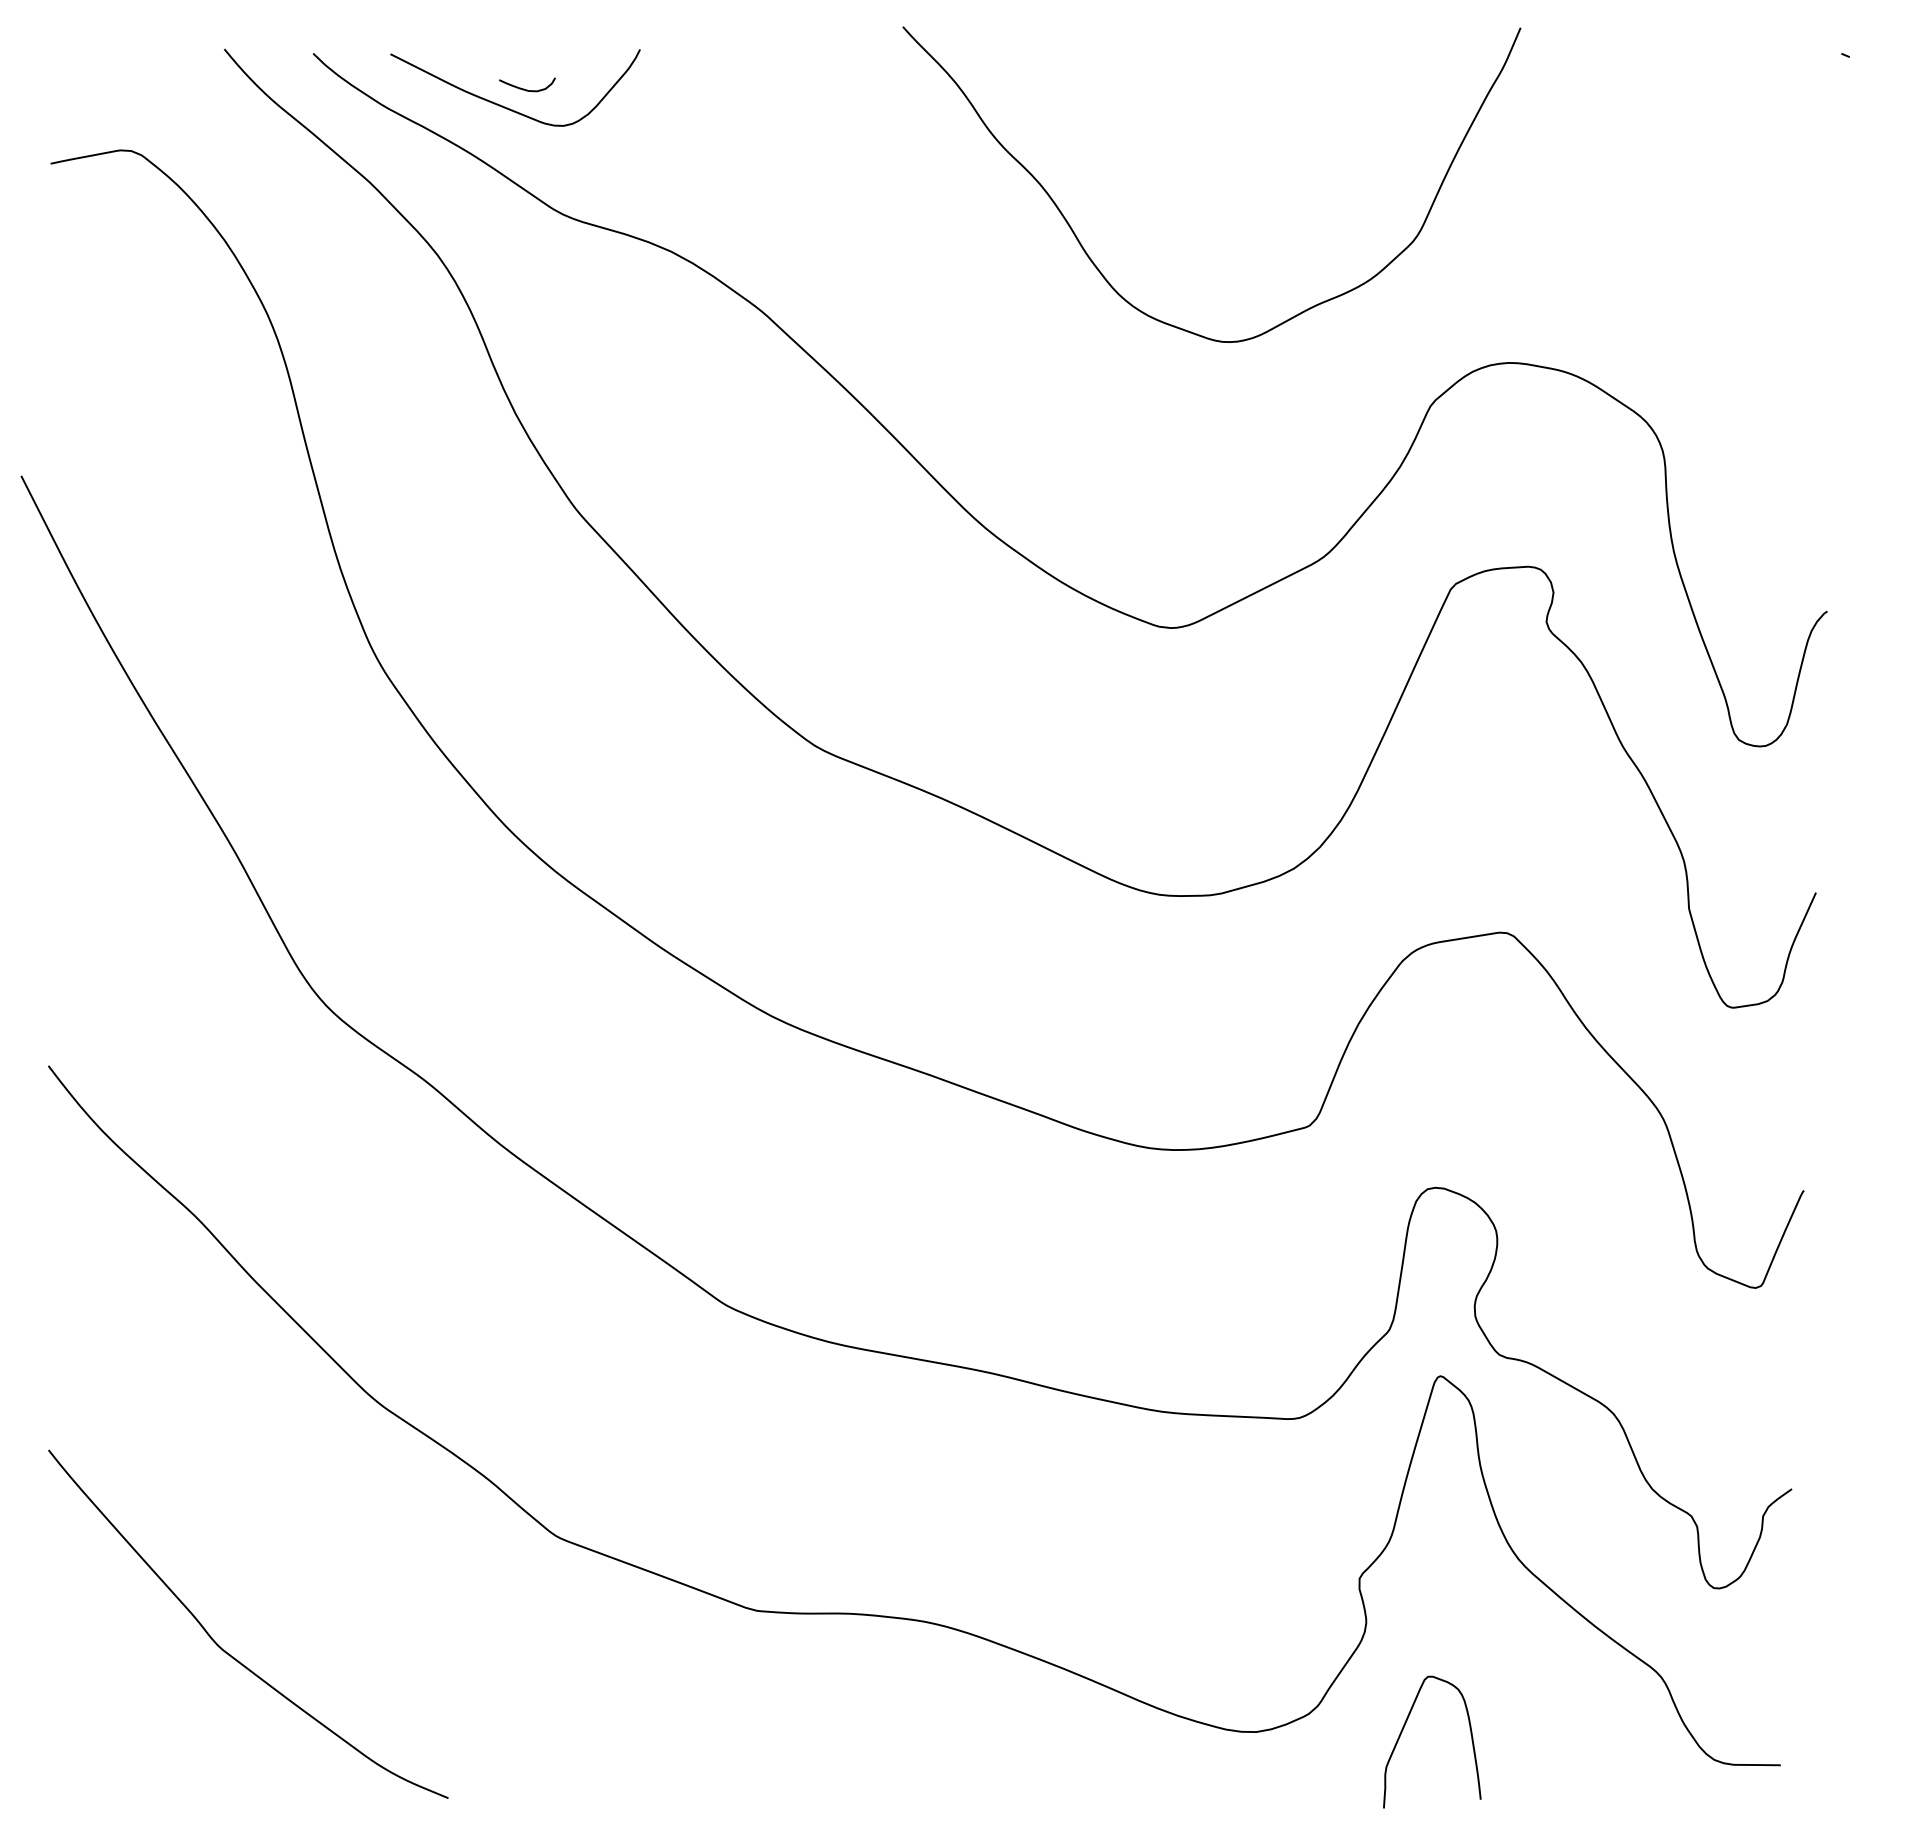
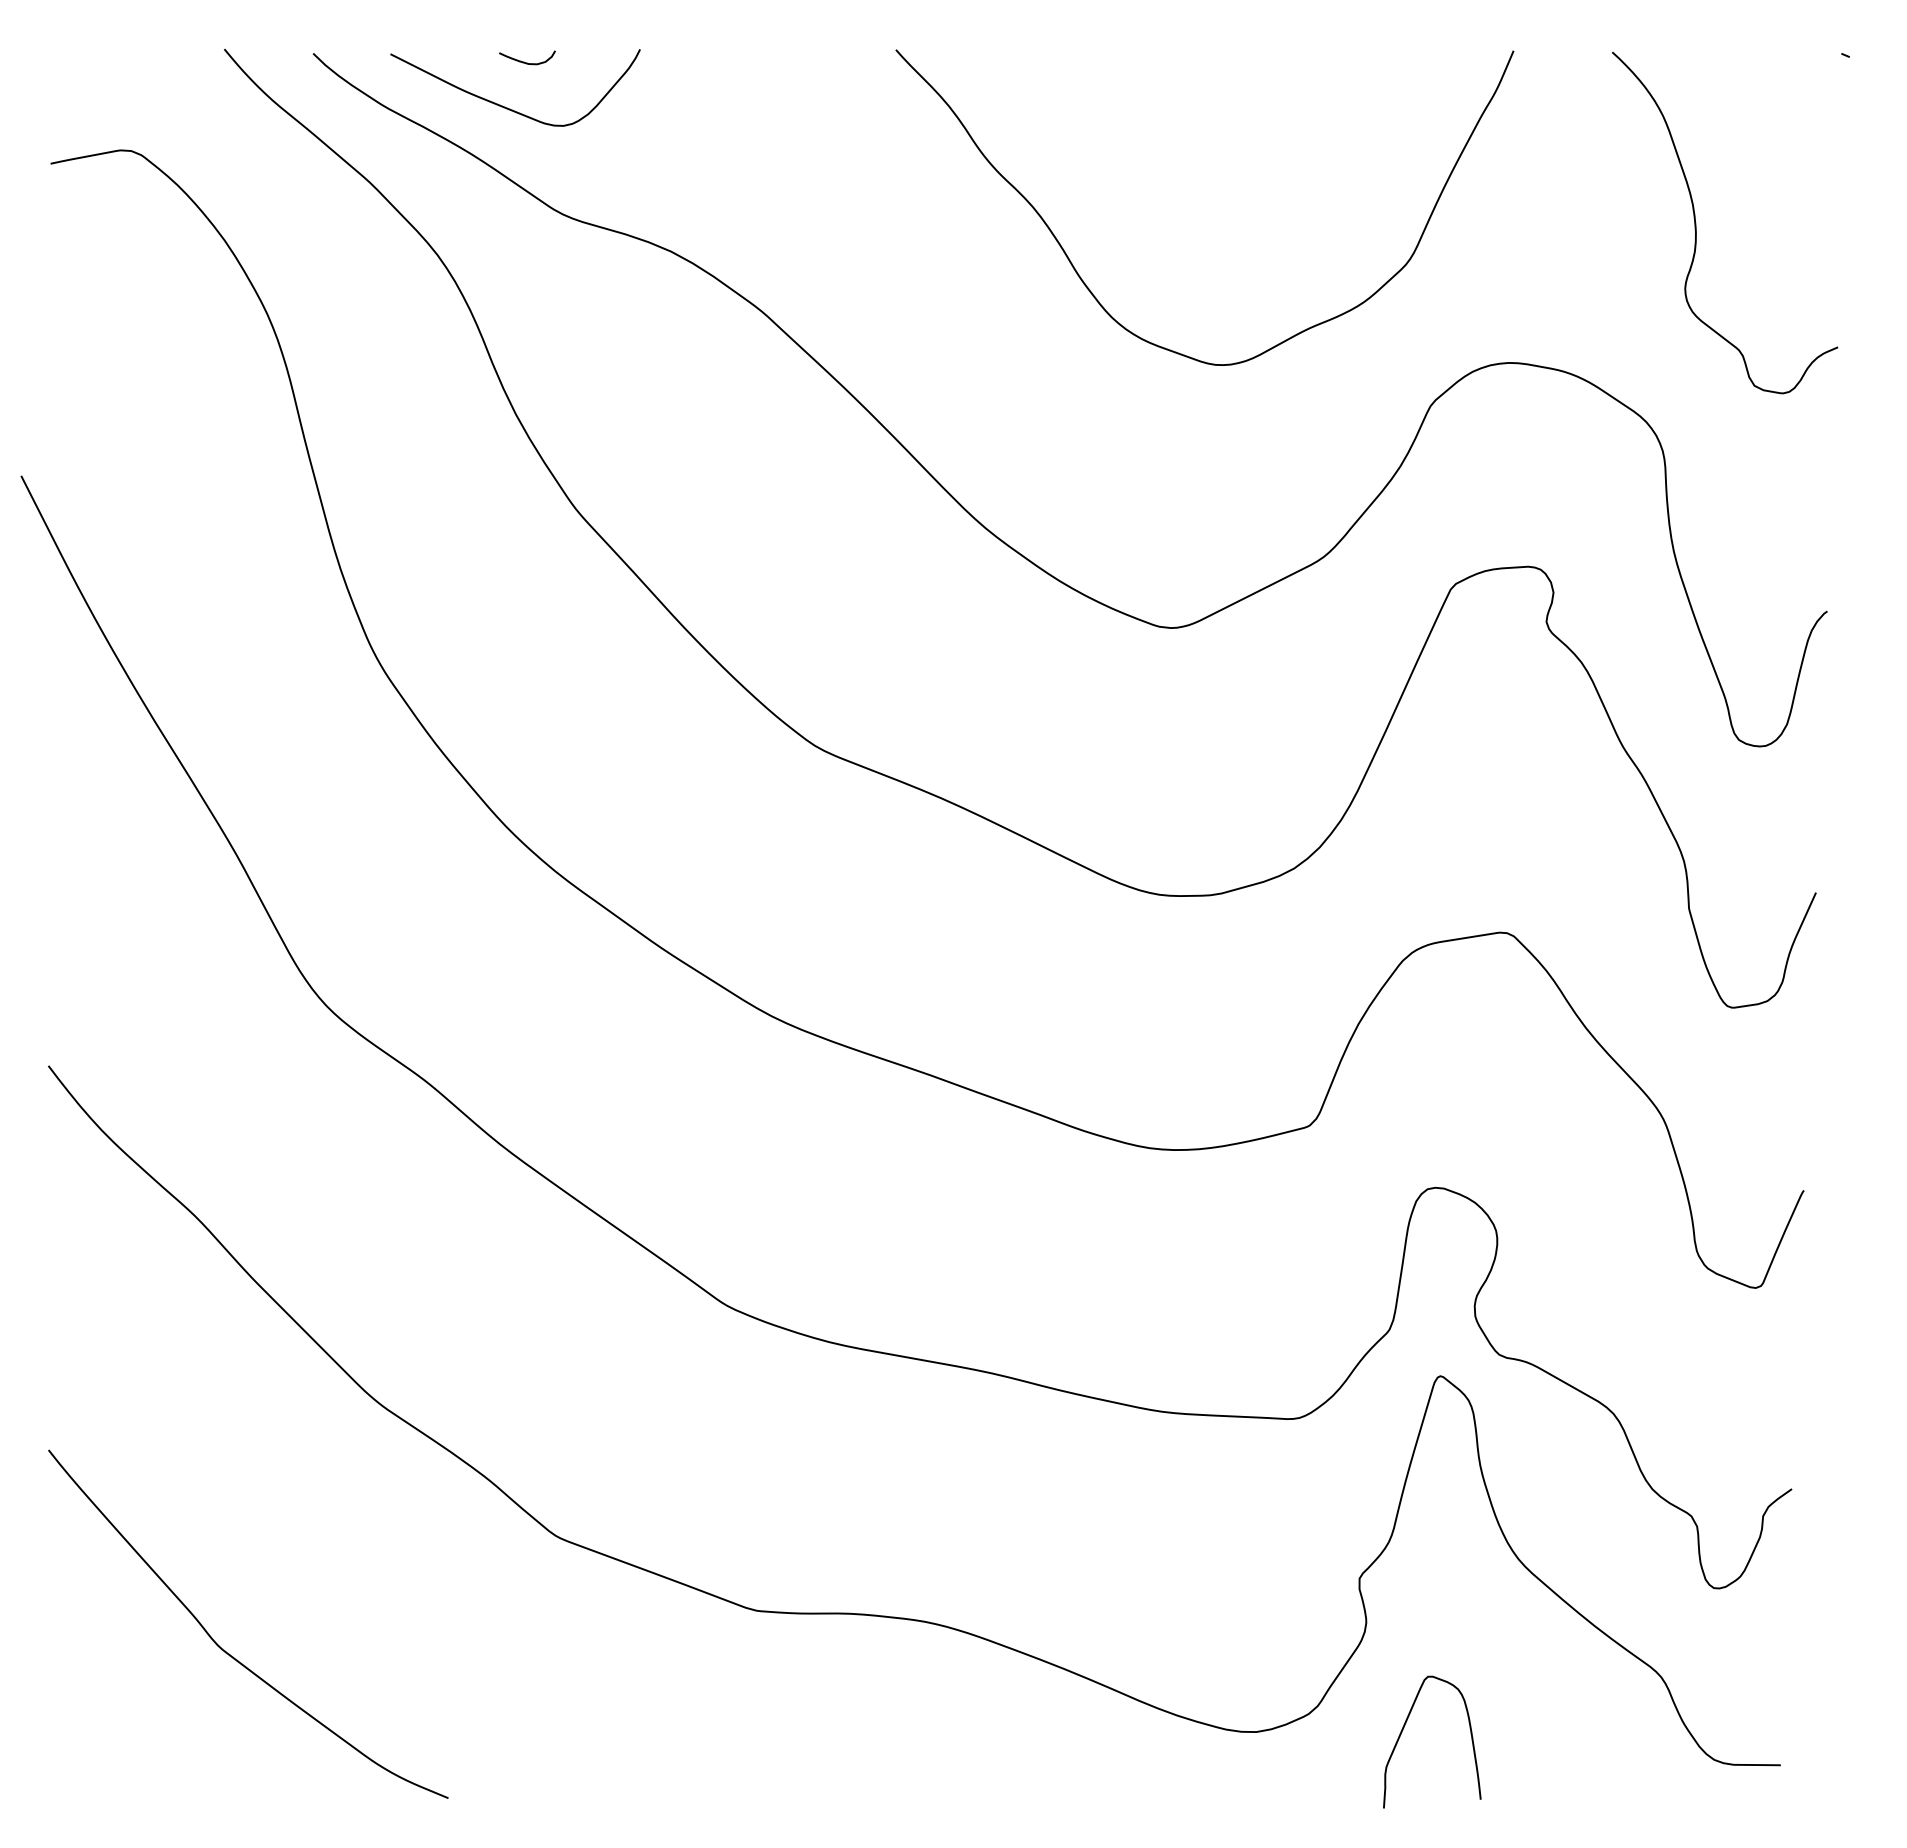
curve at (524, 88) position: (524, 88) -> (524, 61)
curve at (1696, 222): none -> present
curve at (1103, 274) position: (1103, 274) -> (1096, 297)
